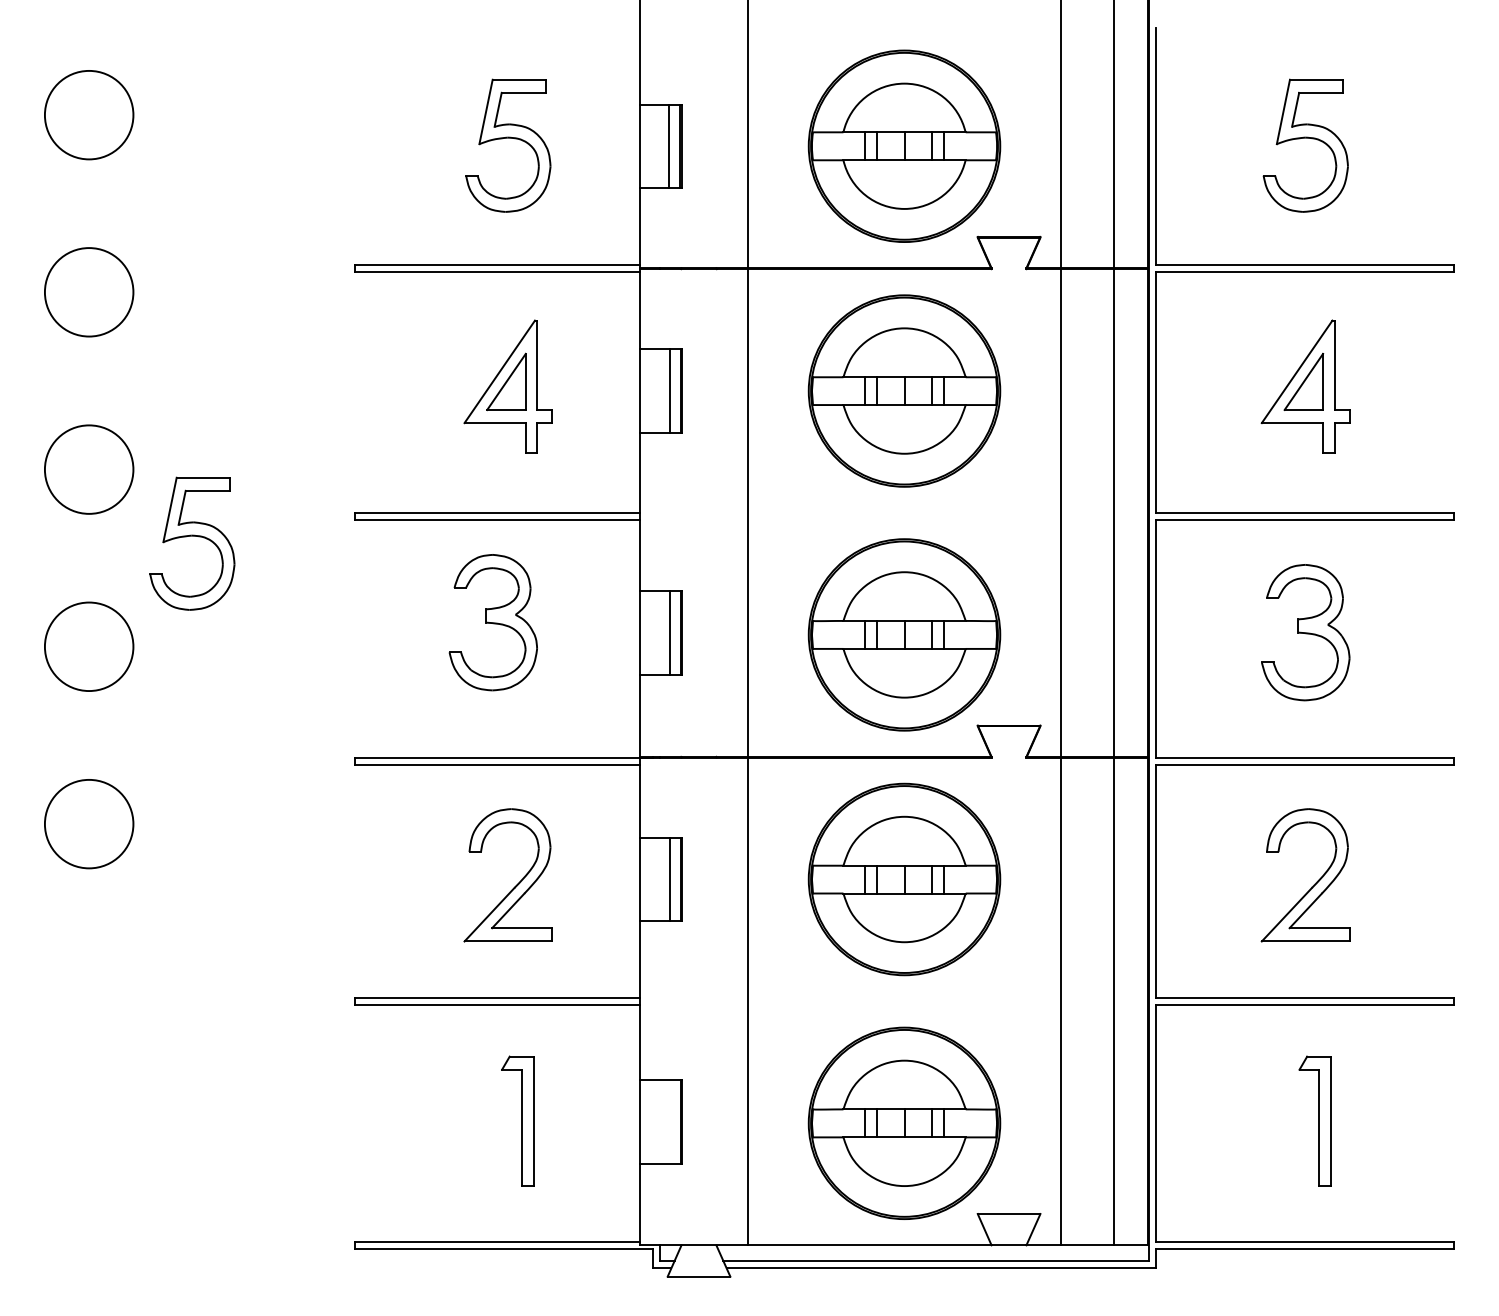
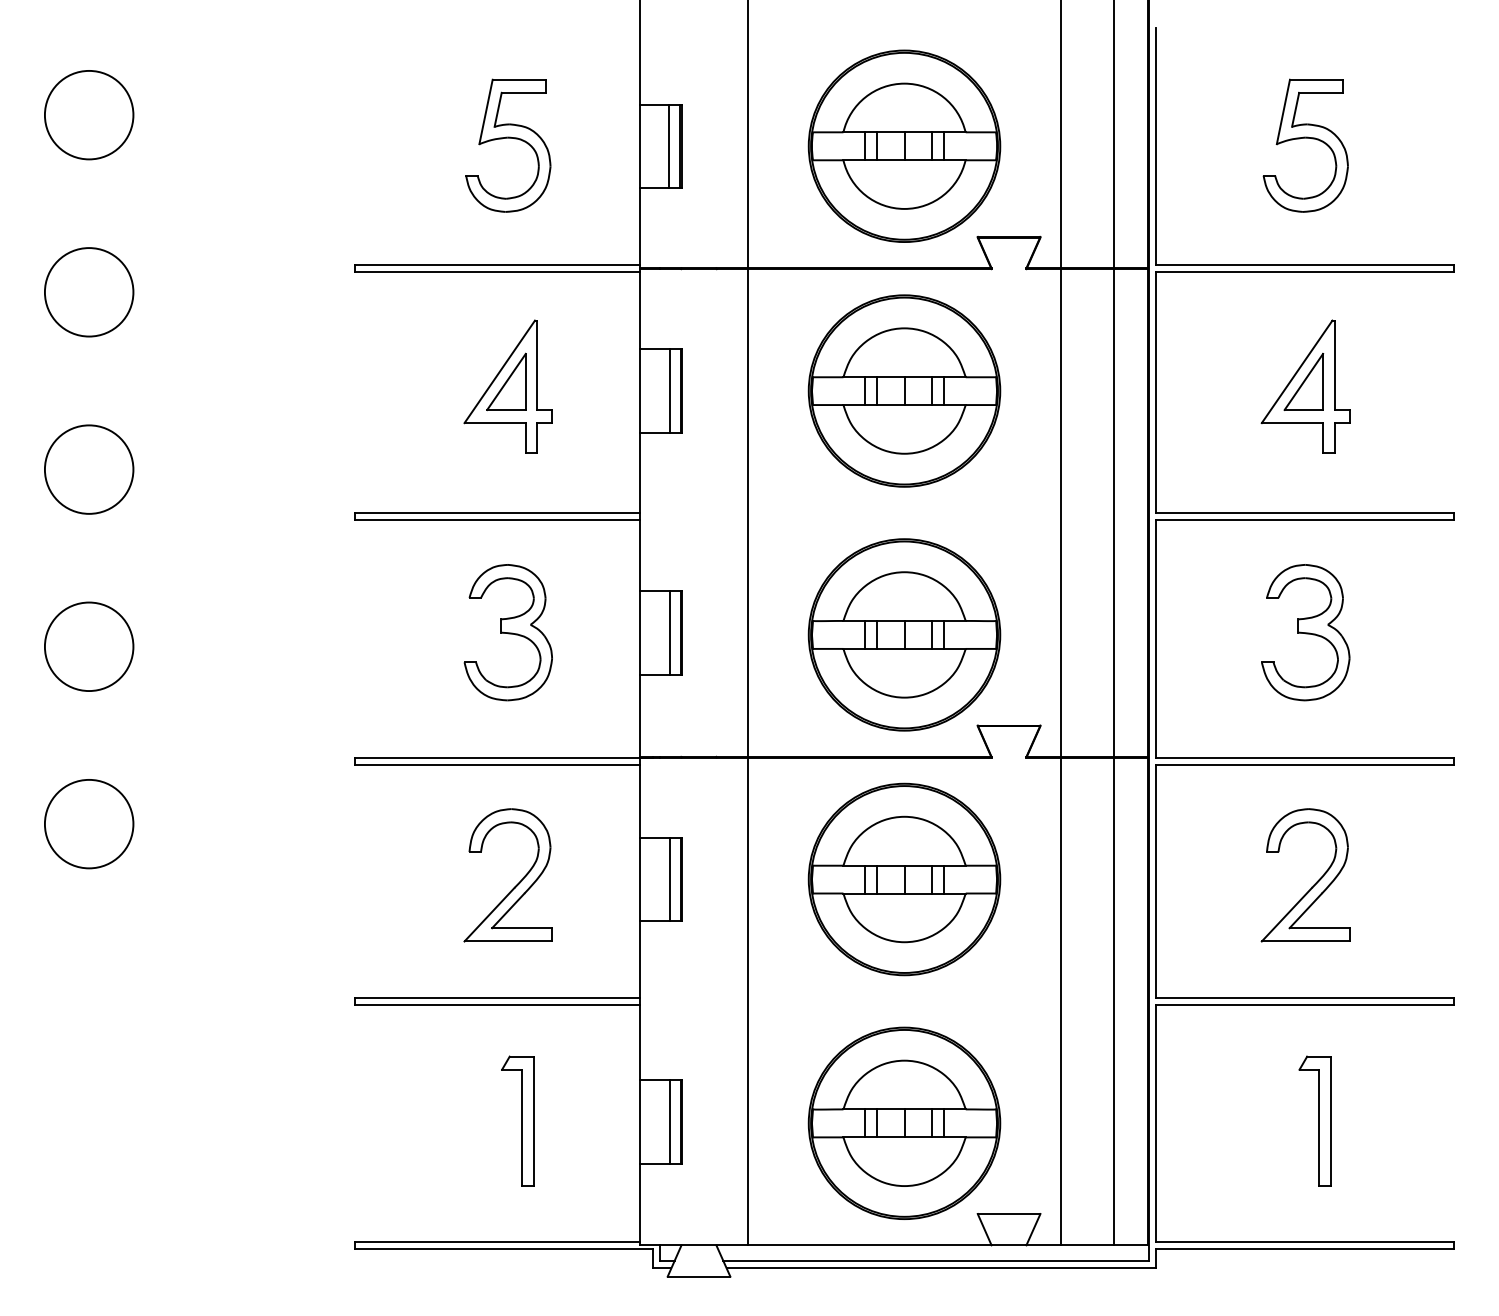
part at (192, 536): present -> none
part at (492, 622) position: (492, 622) -> (507, 632)
line at (670, 1121): none -> present
